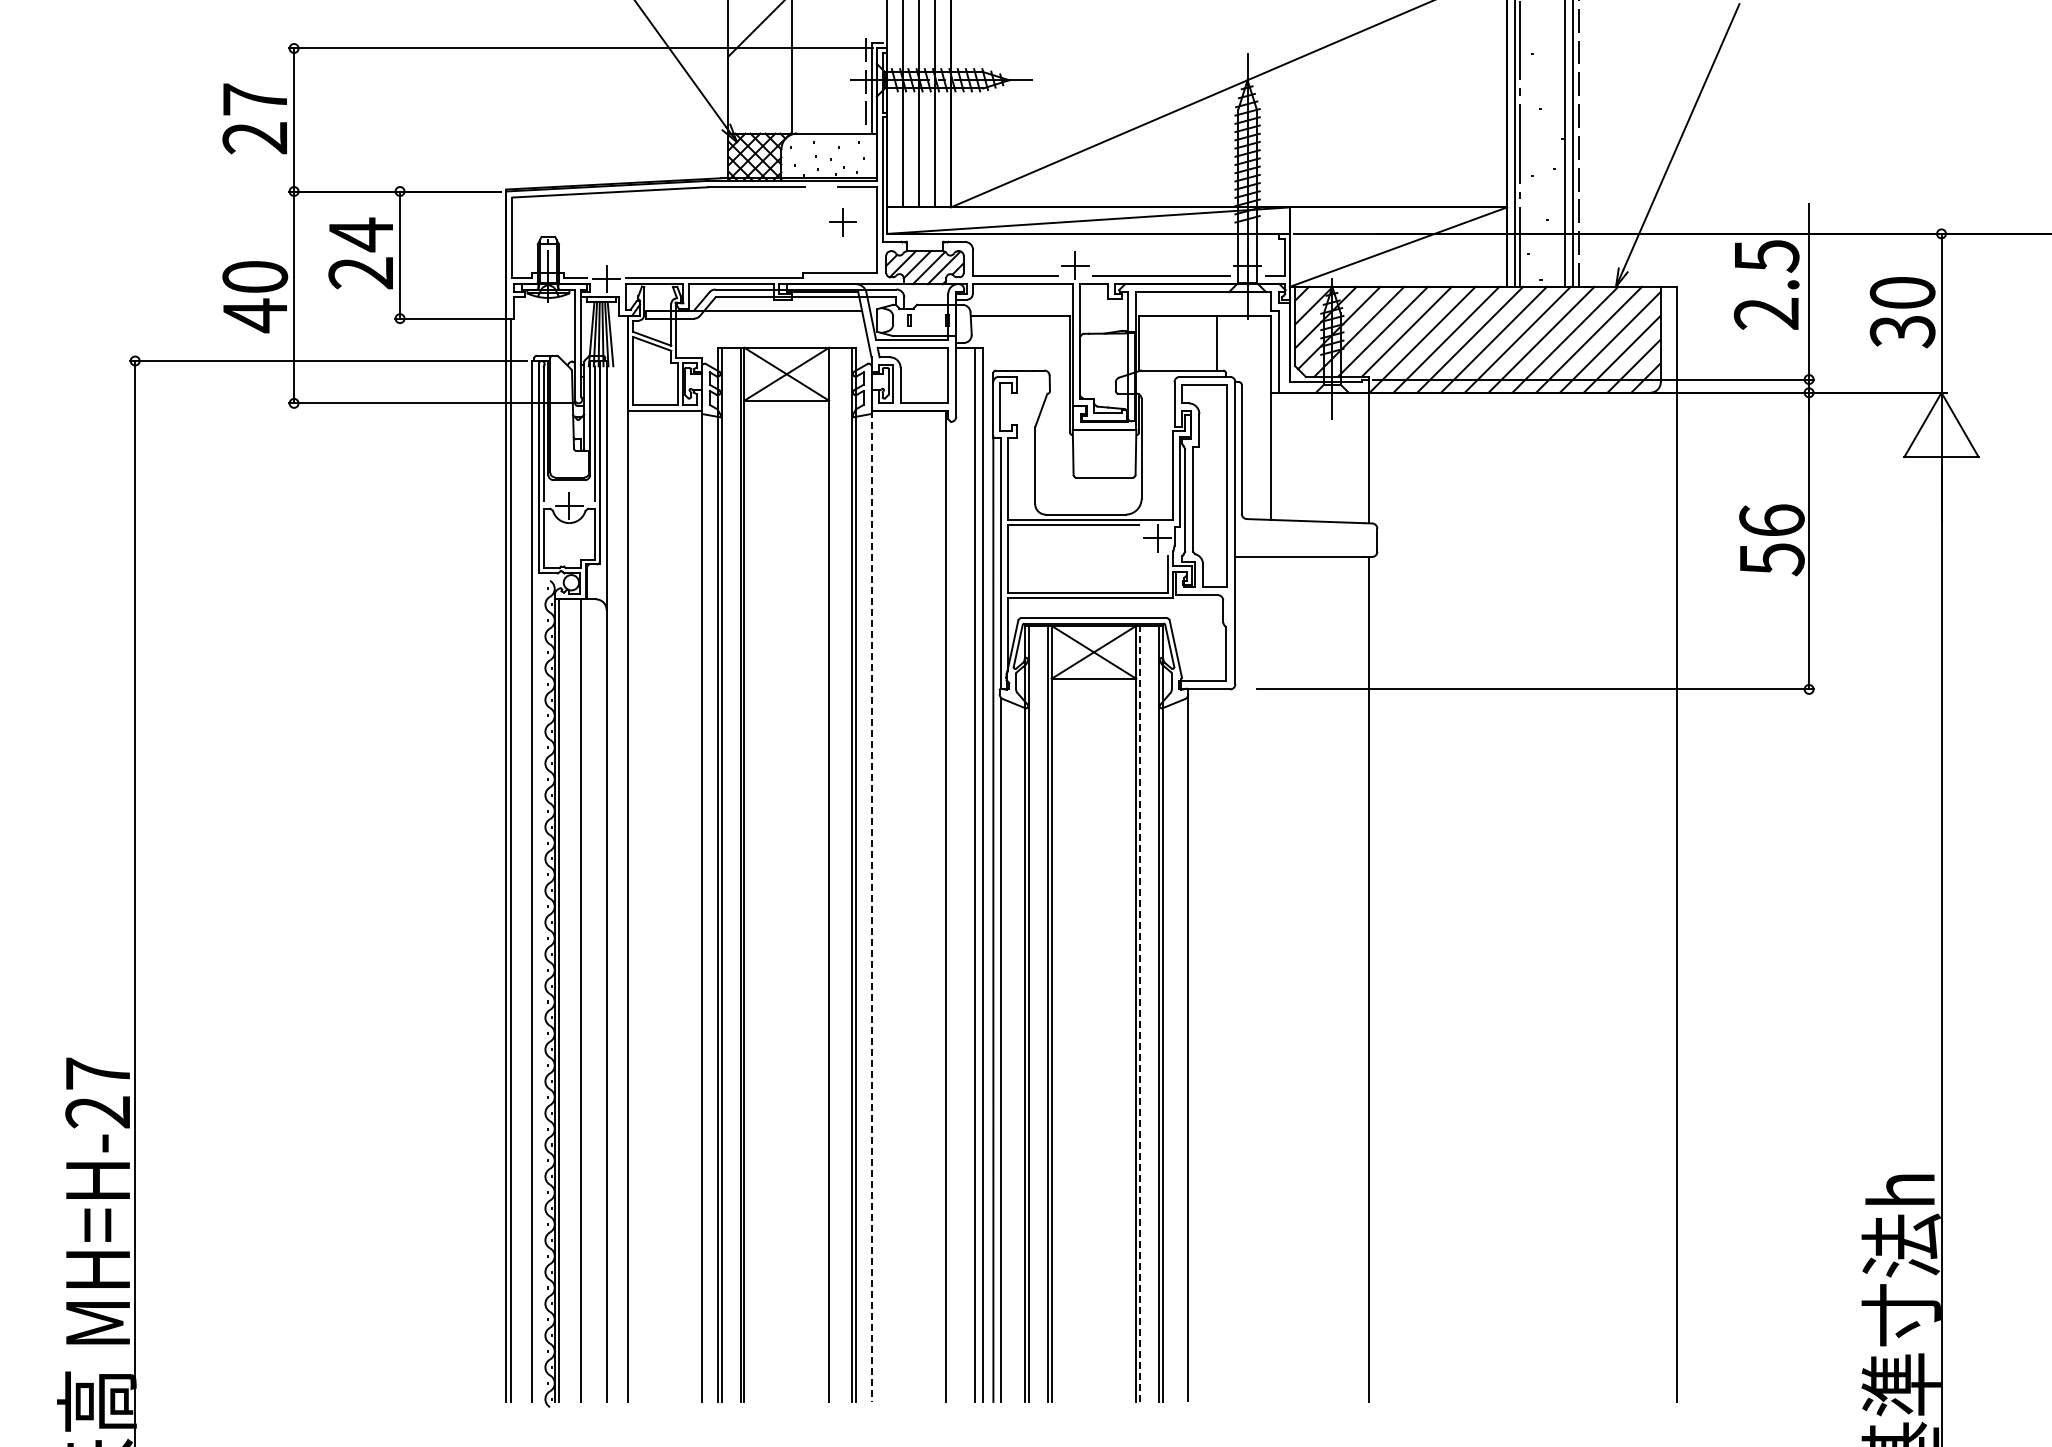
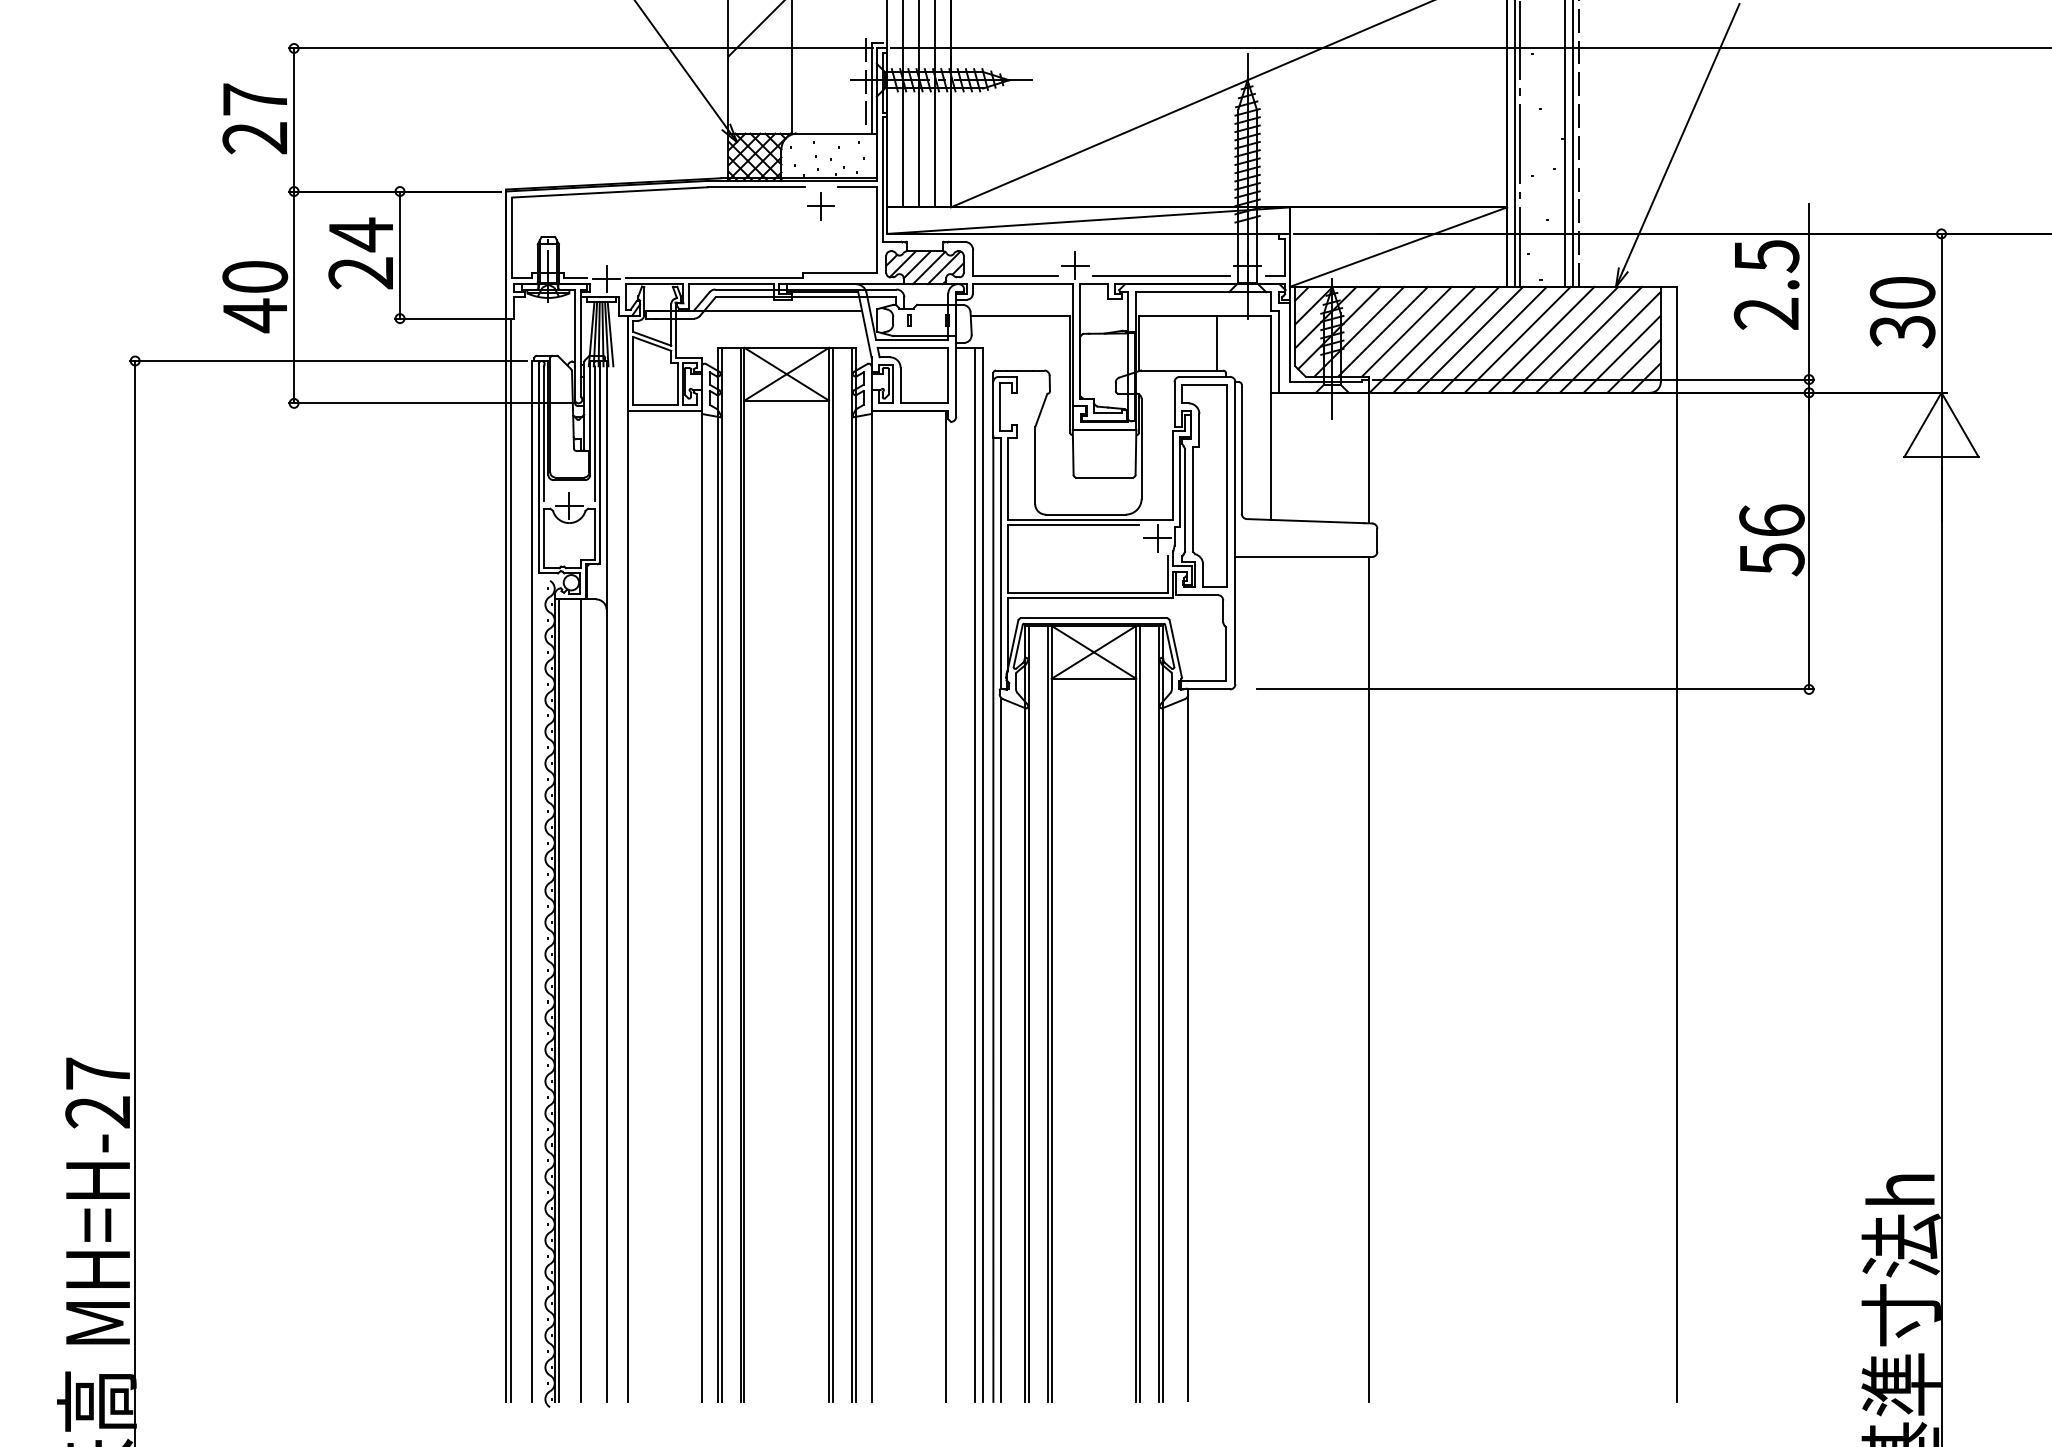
line at (1469, 48): none -> present
part at (842, 222) position: (842, 222) -> (820, 206)
line at (832, 874): none -> present
line at (871, 907): dashed -> solid
line at (1140, 1013): dashed -> solid
